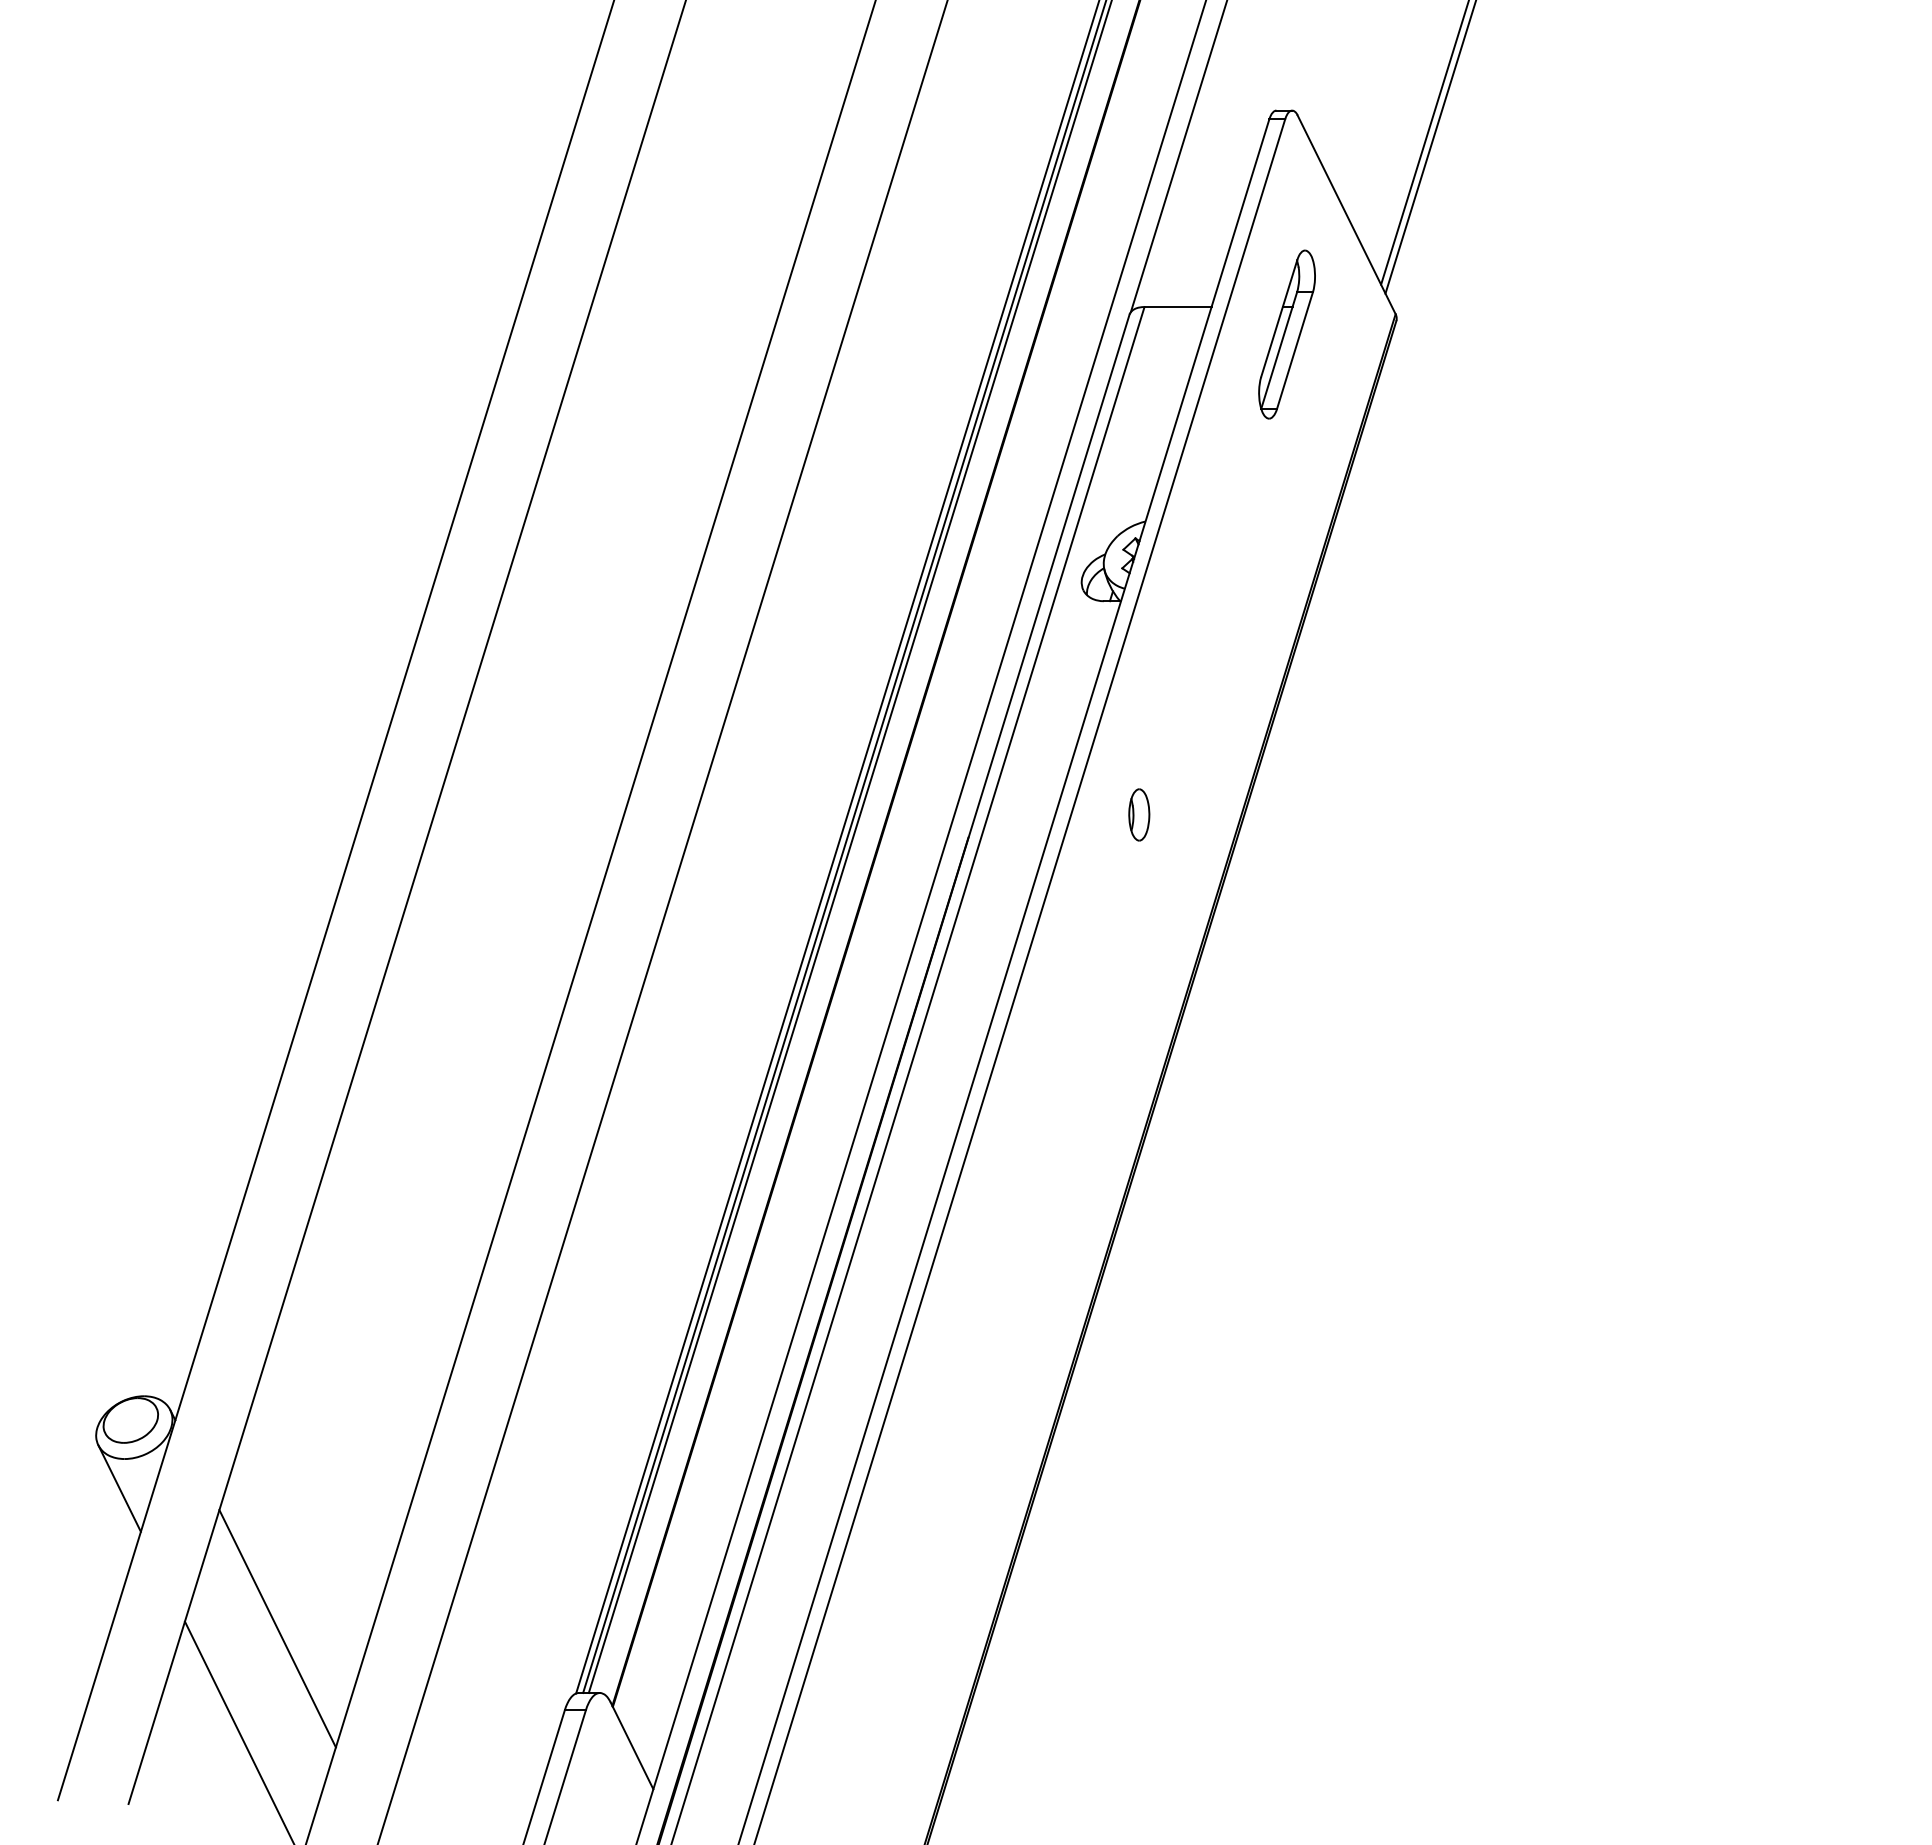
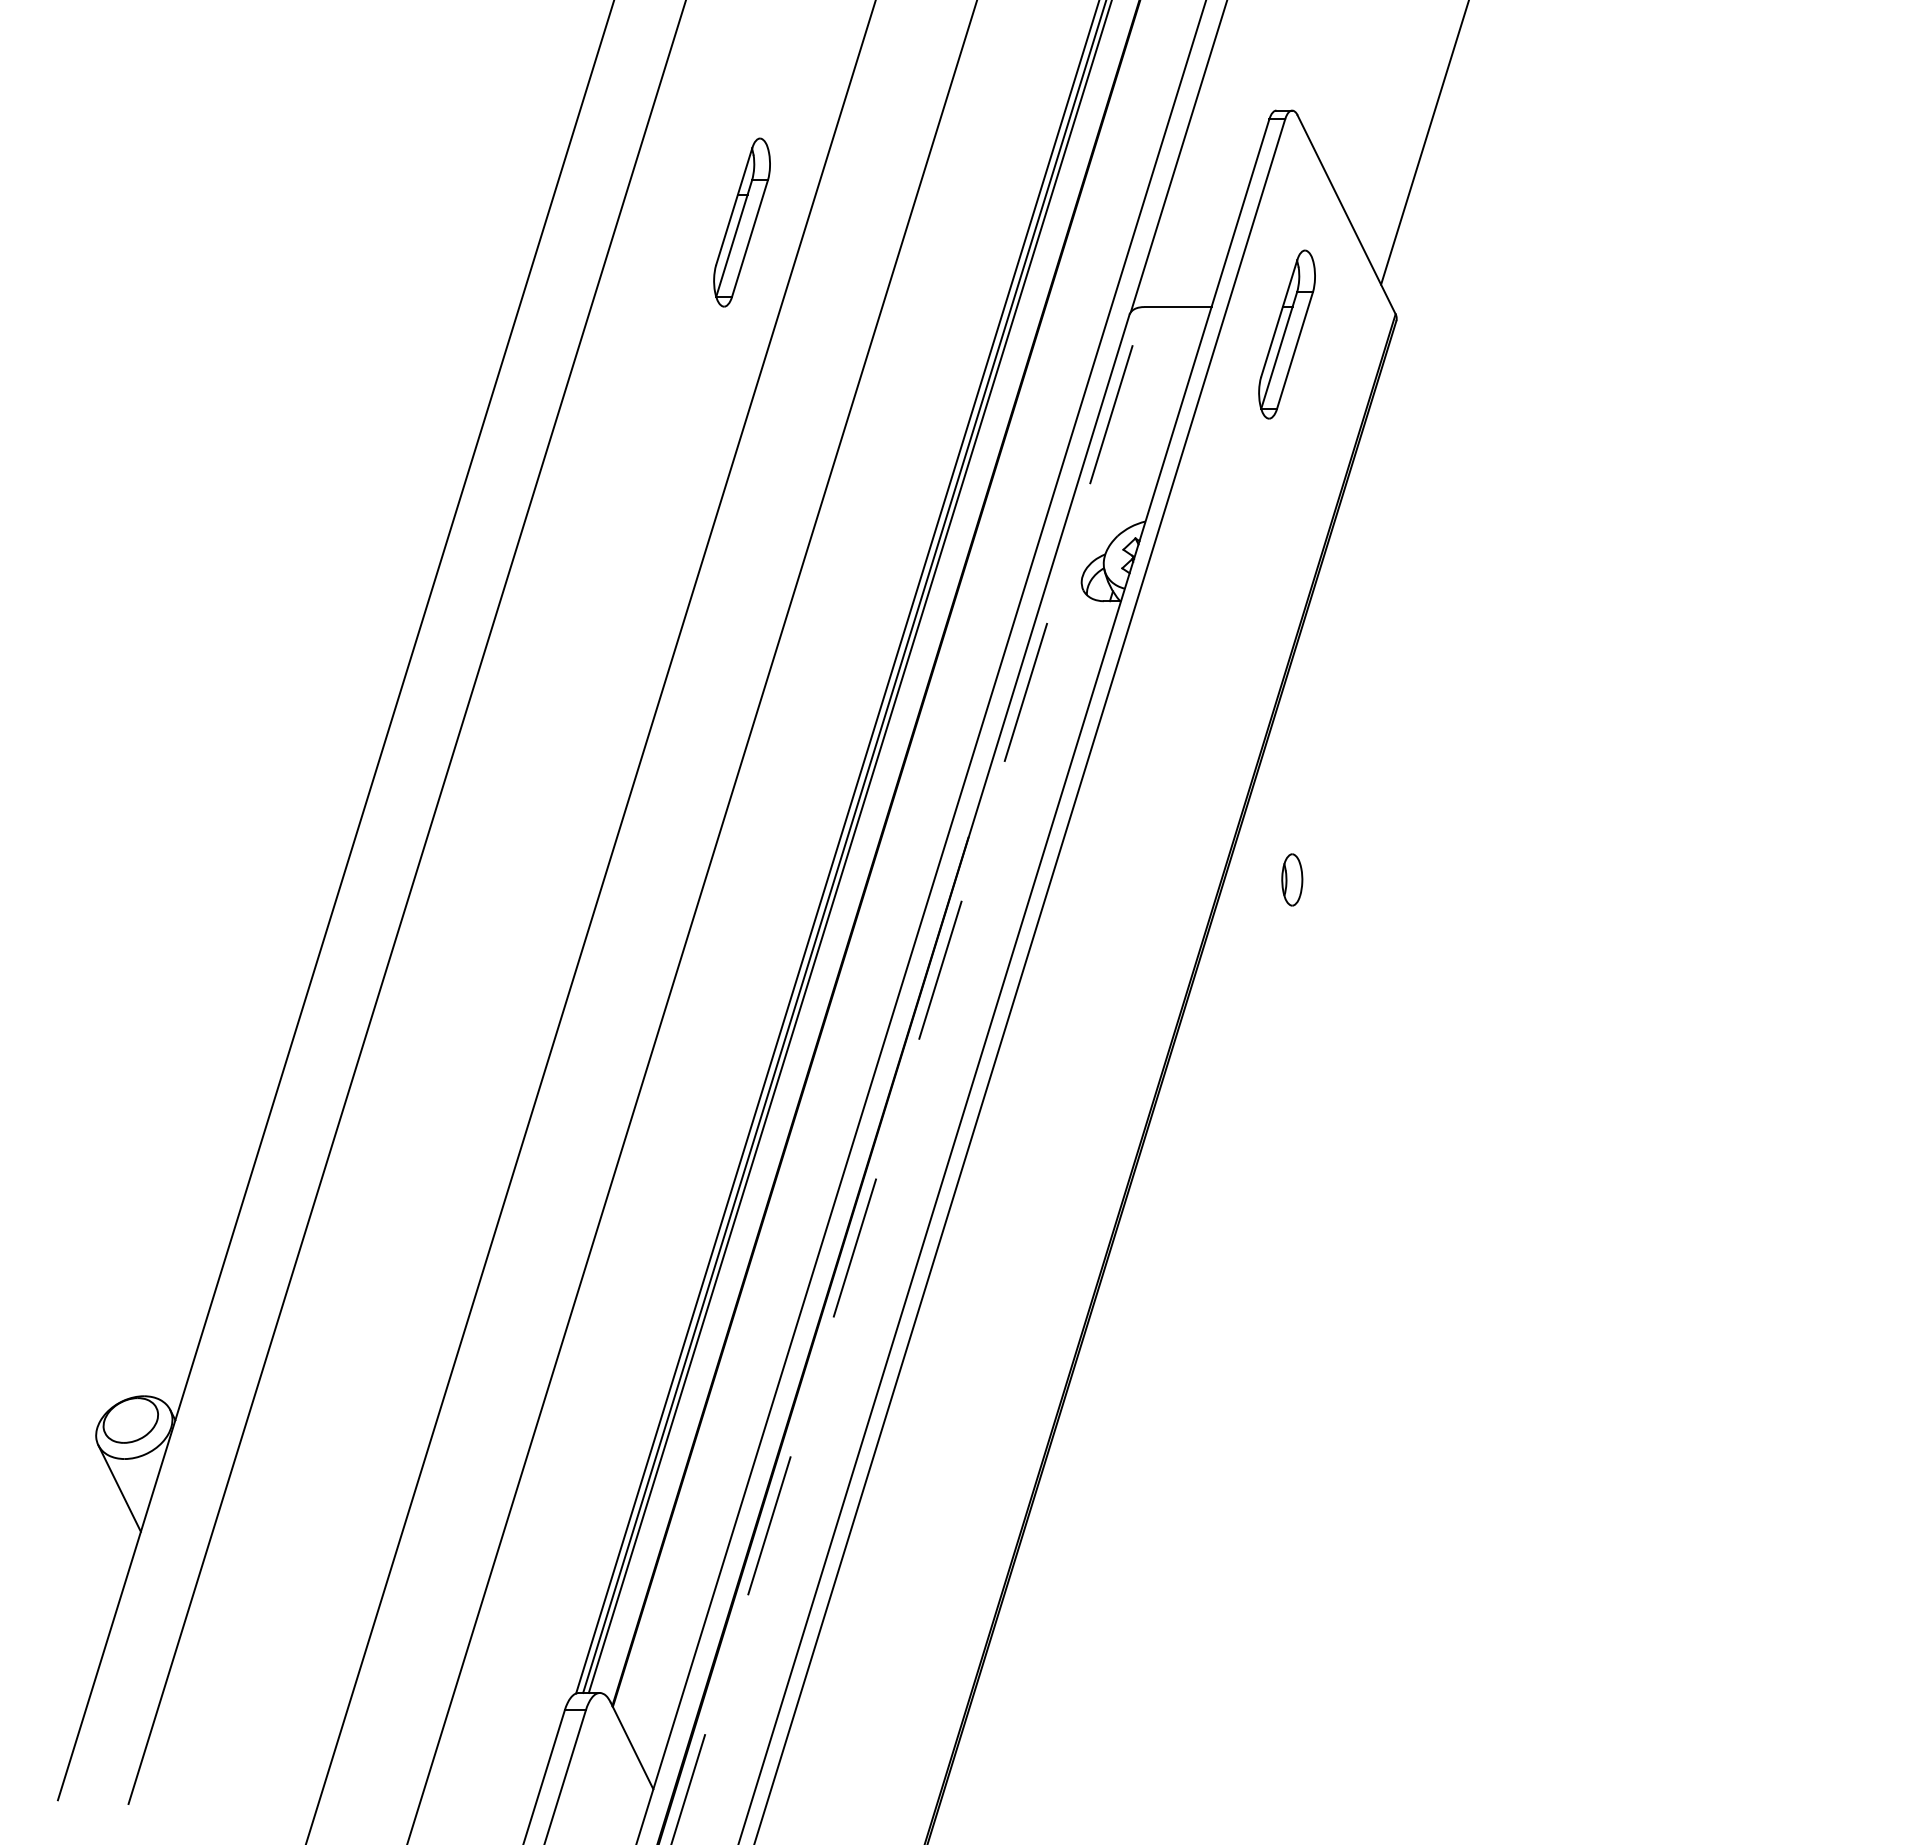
line at (1430, 147): present -> none
part at (741, 222): none -> present
part at (1139, 814) position: (1139, 814) -> (1292, 879)
line at (662, 921) position: (662, 921) -> (692, 921)
line at (908, 1075): solid -> dashed
line at (277, 1628): present -> none
line at (238, 1731): present -> none
